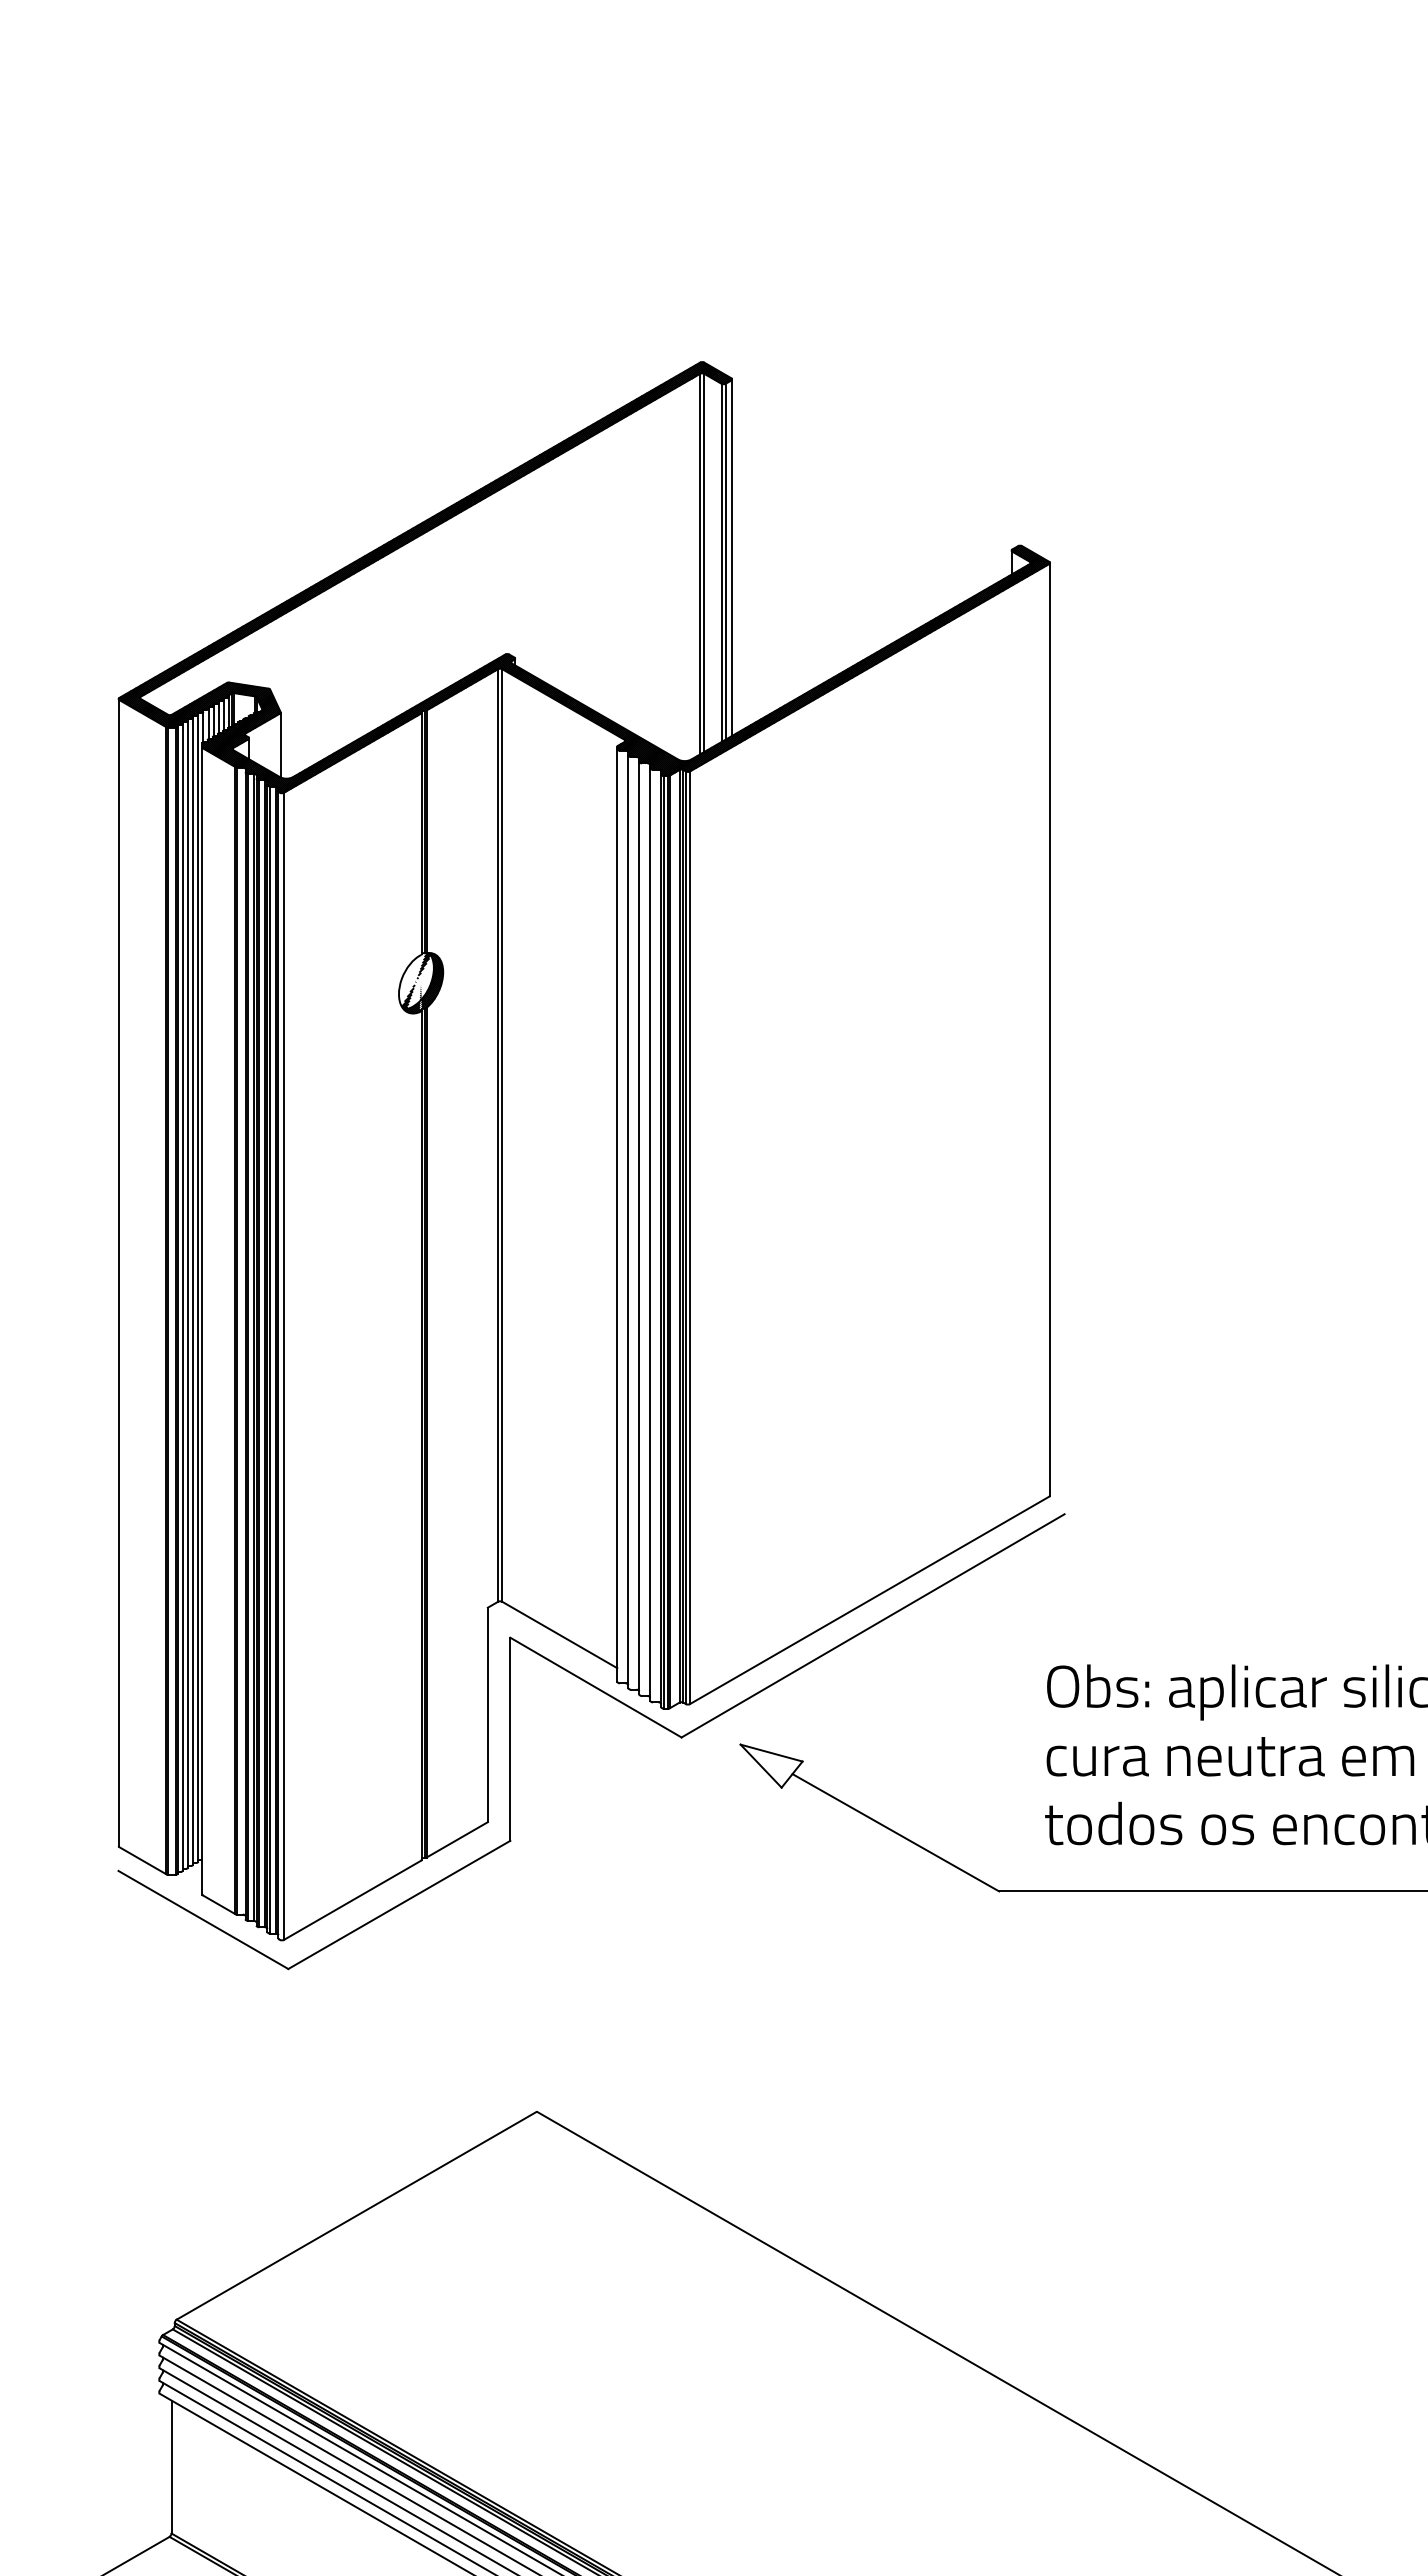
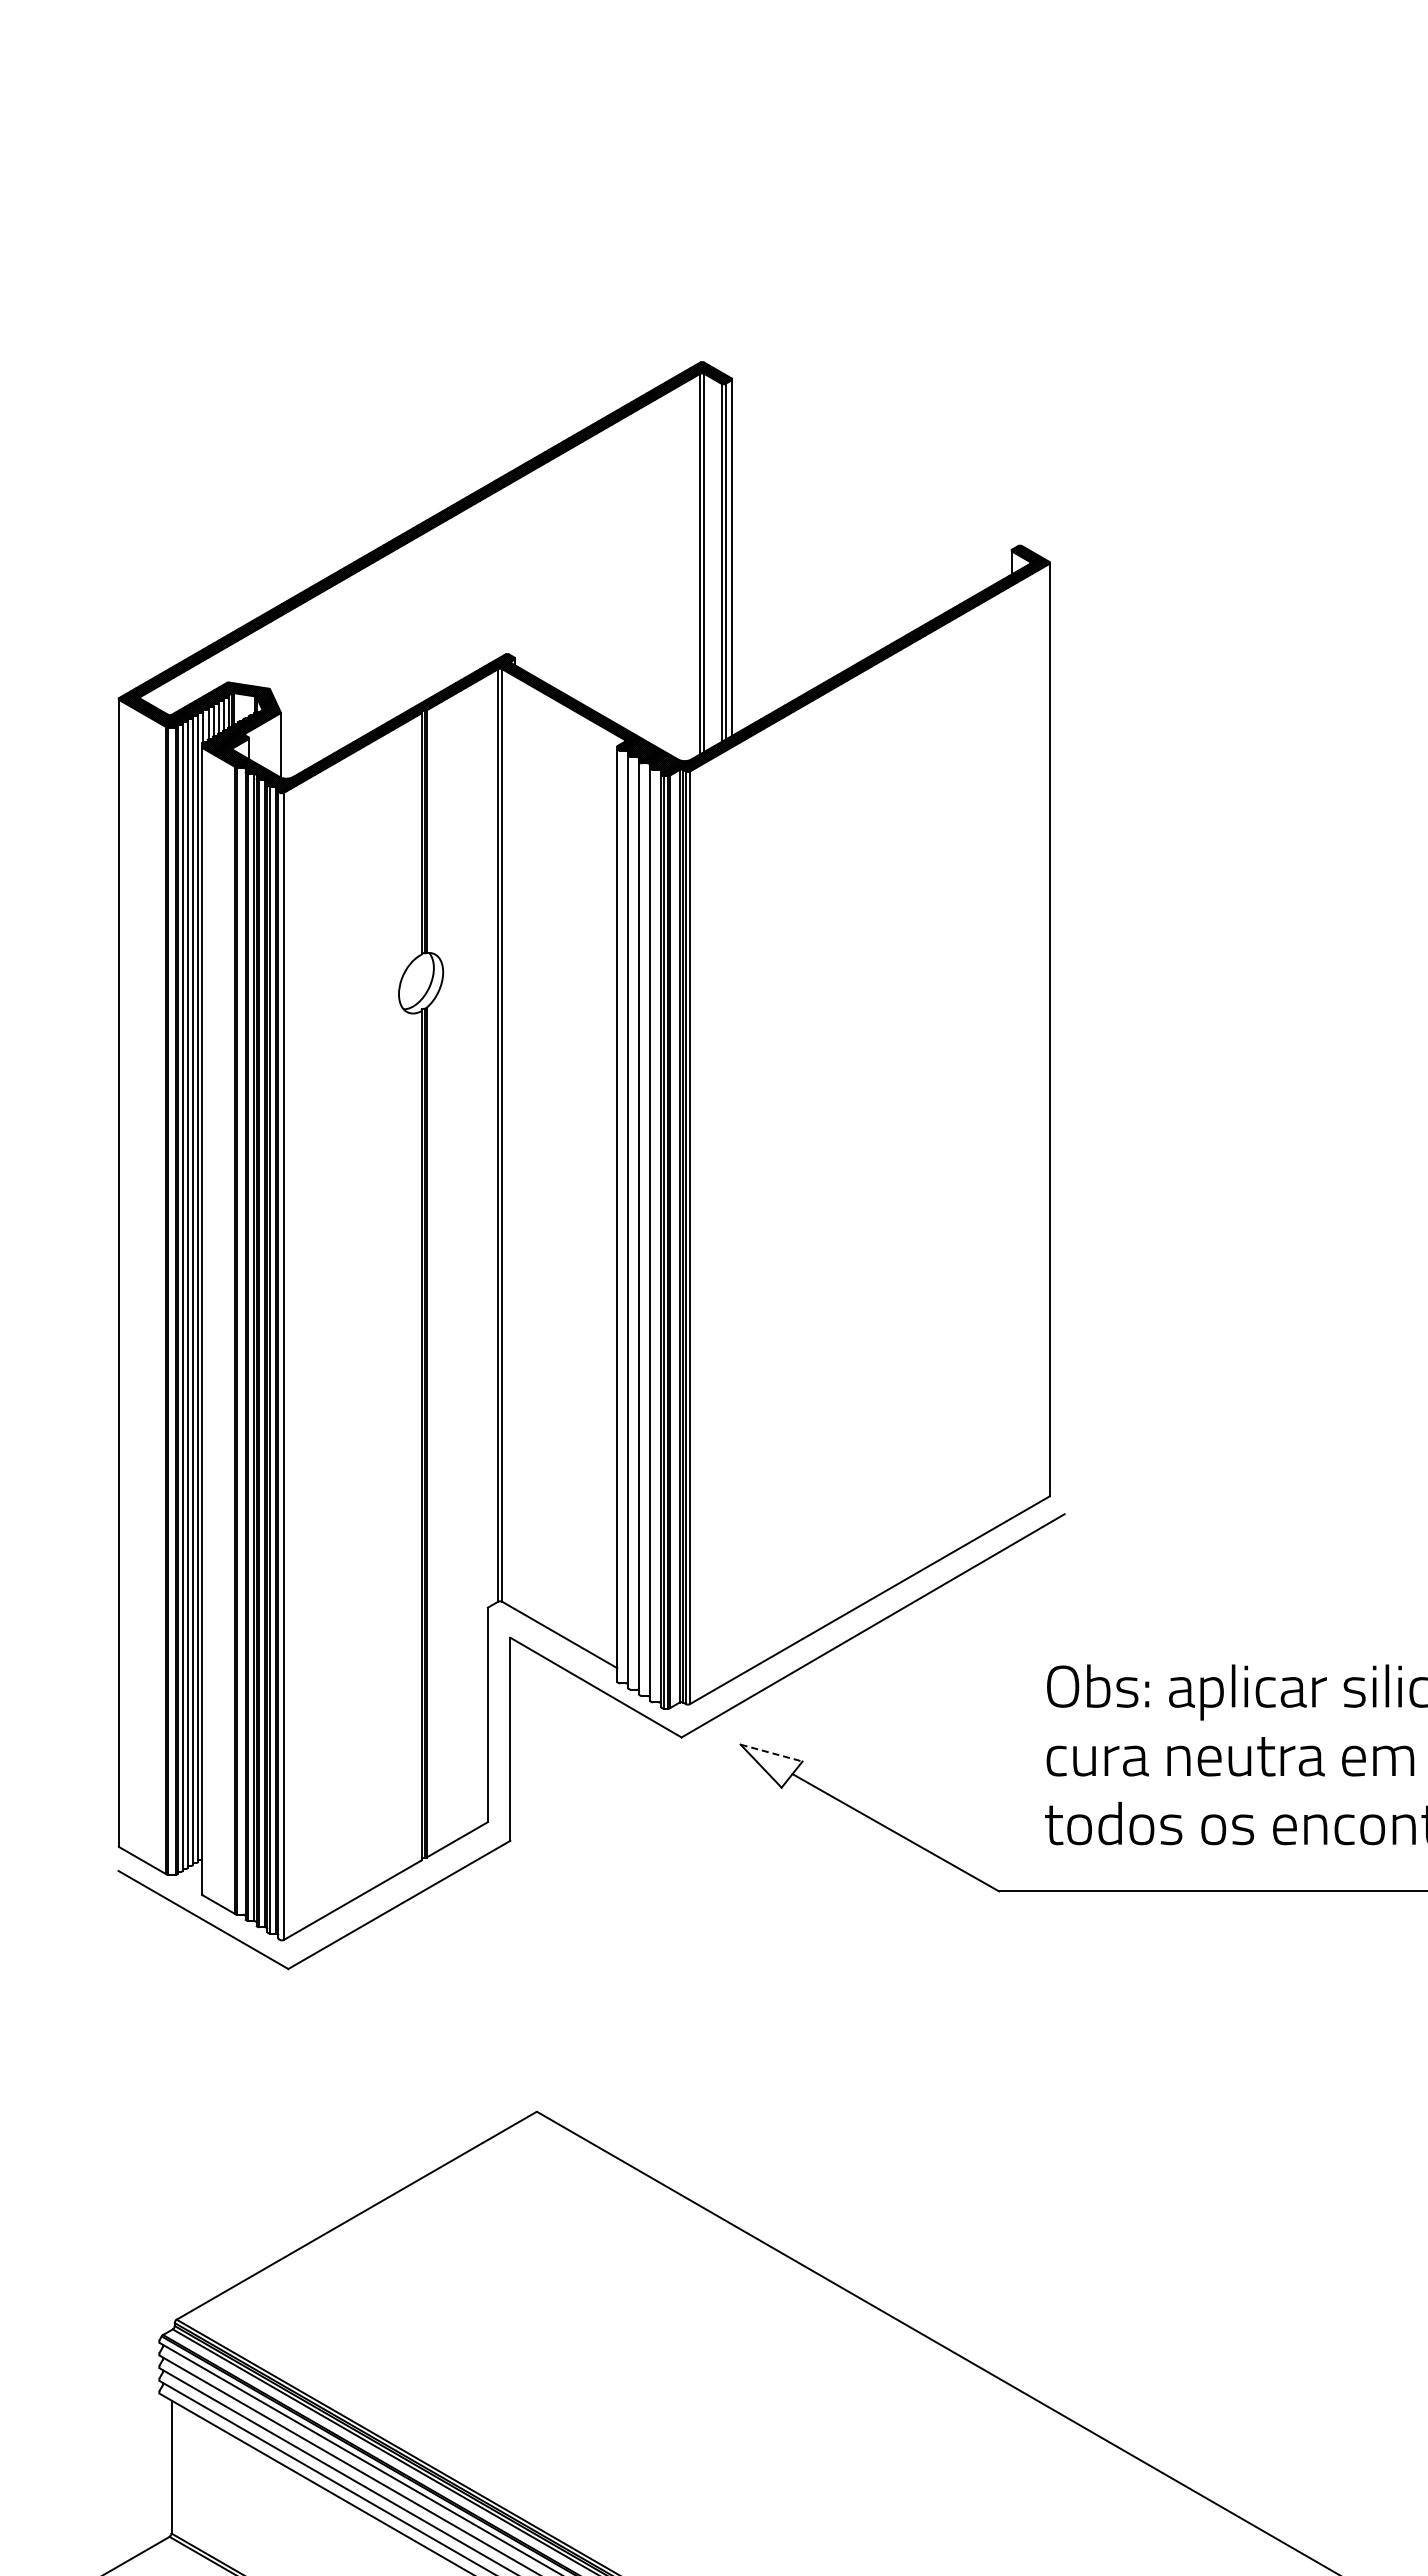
hatch at (422, 982): present -> none
line at (772, 1753): solid -> dashed
